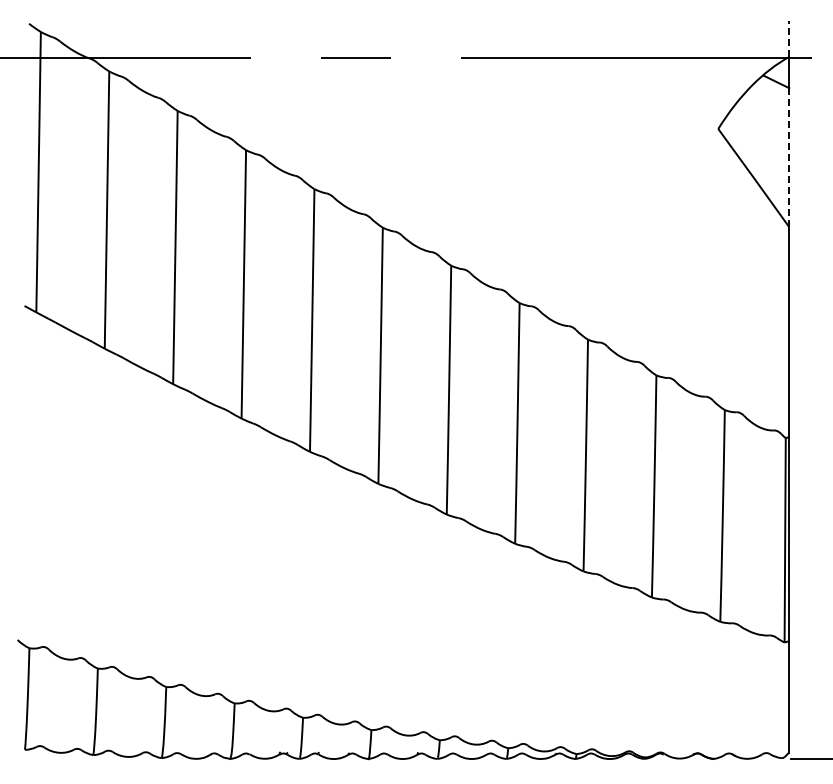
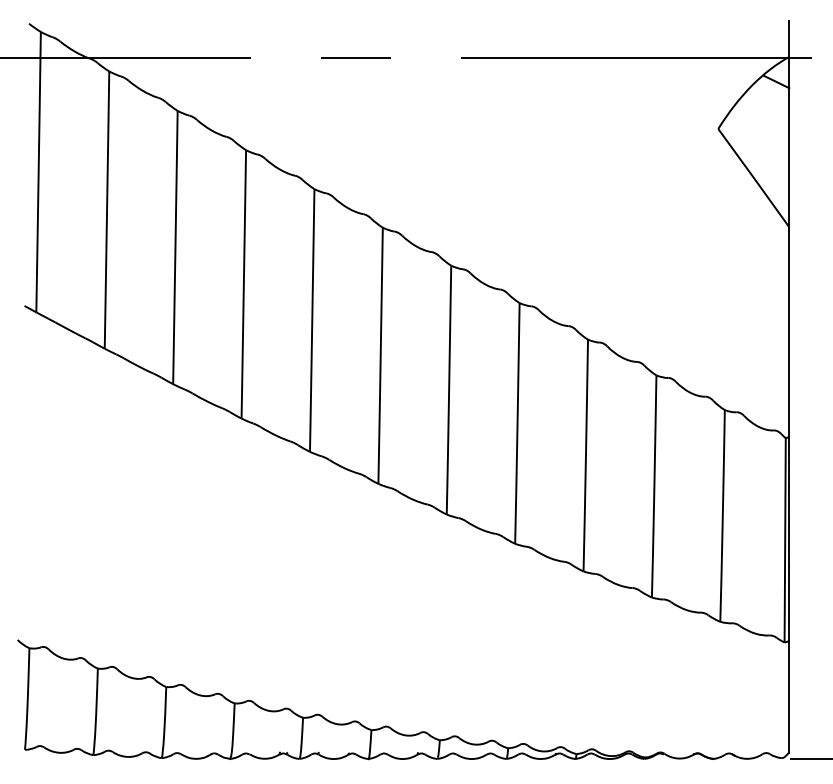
line at (789, 39): dashed -> solid
line at (789, 157): dashed -> solid
